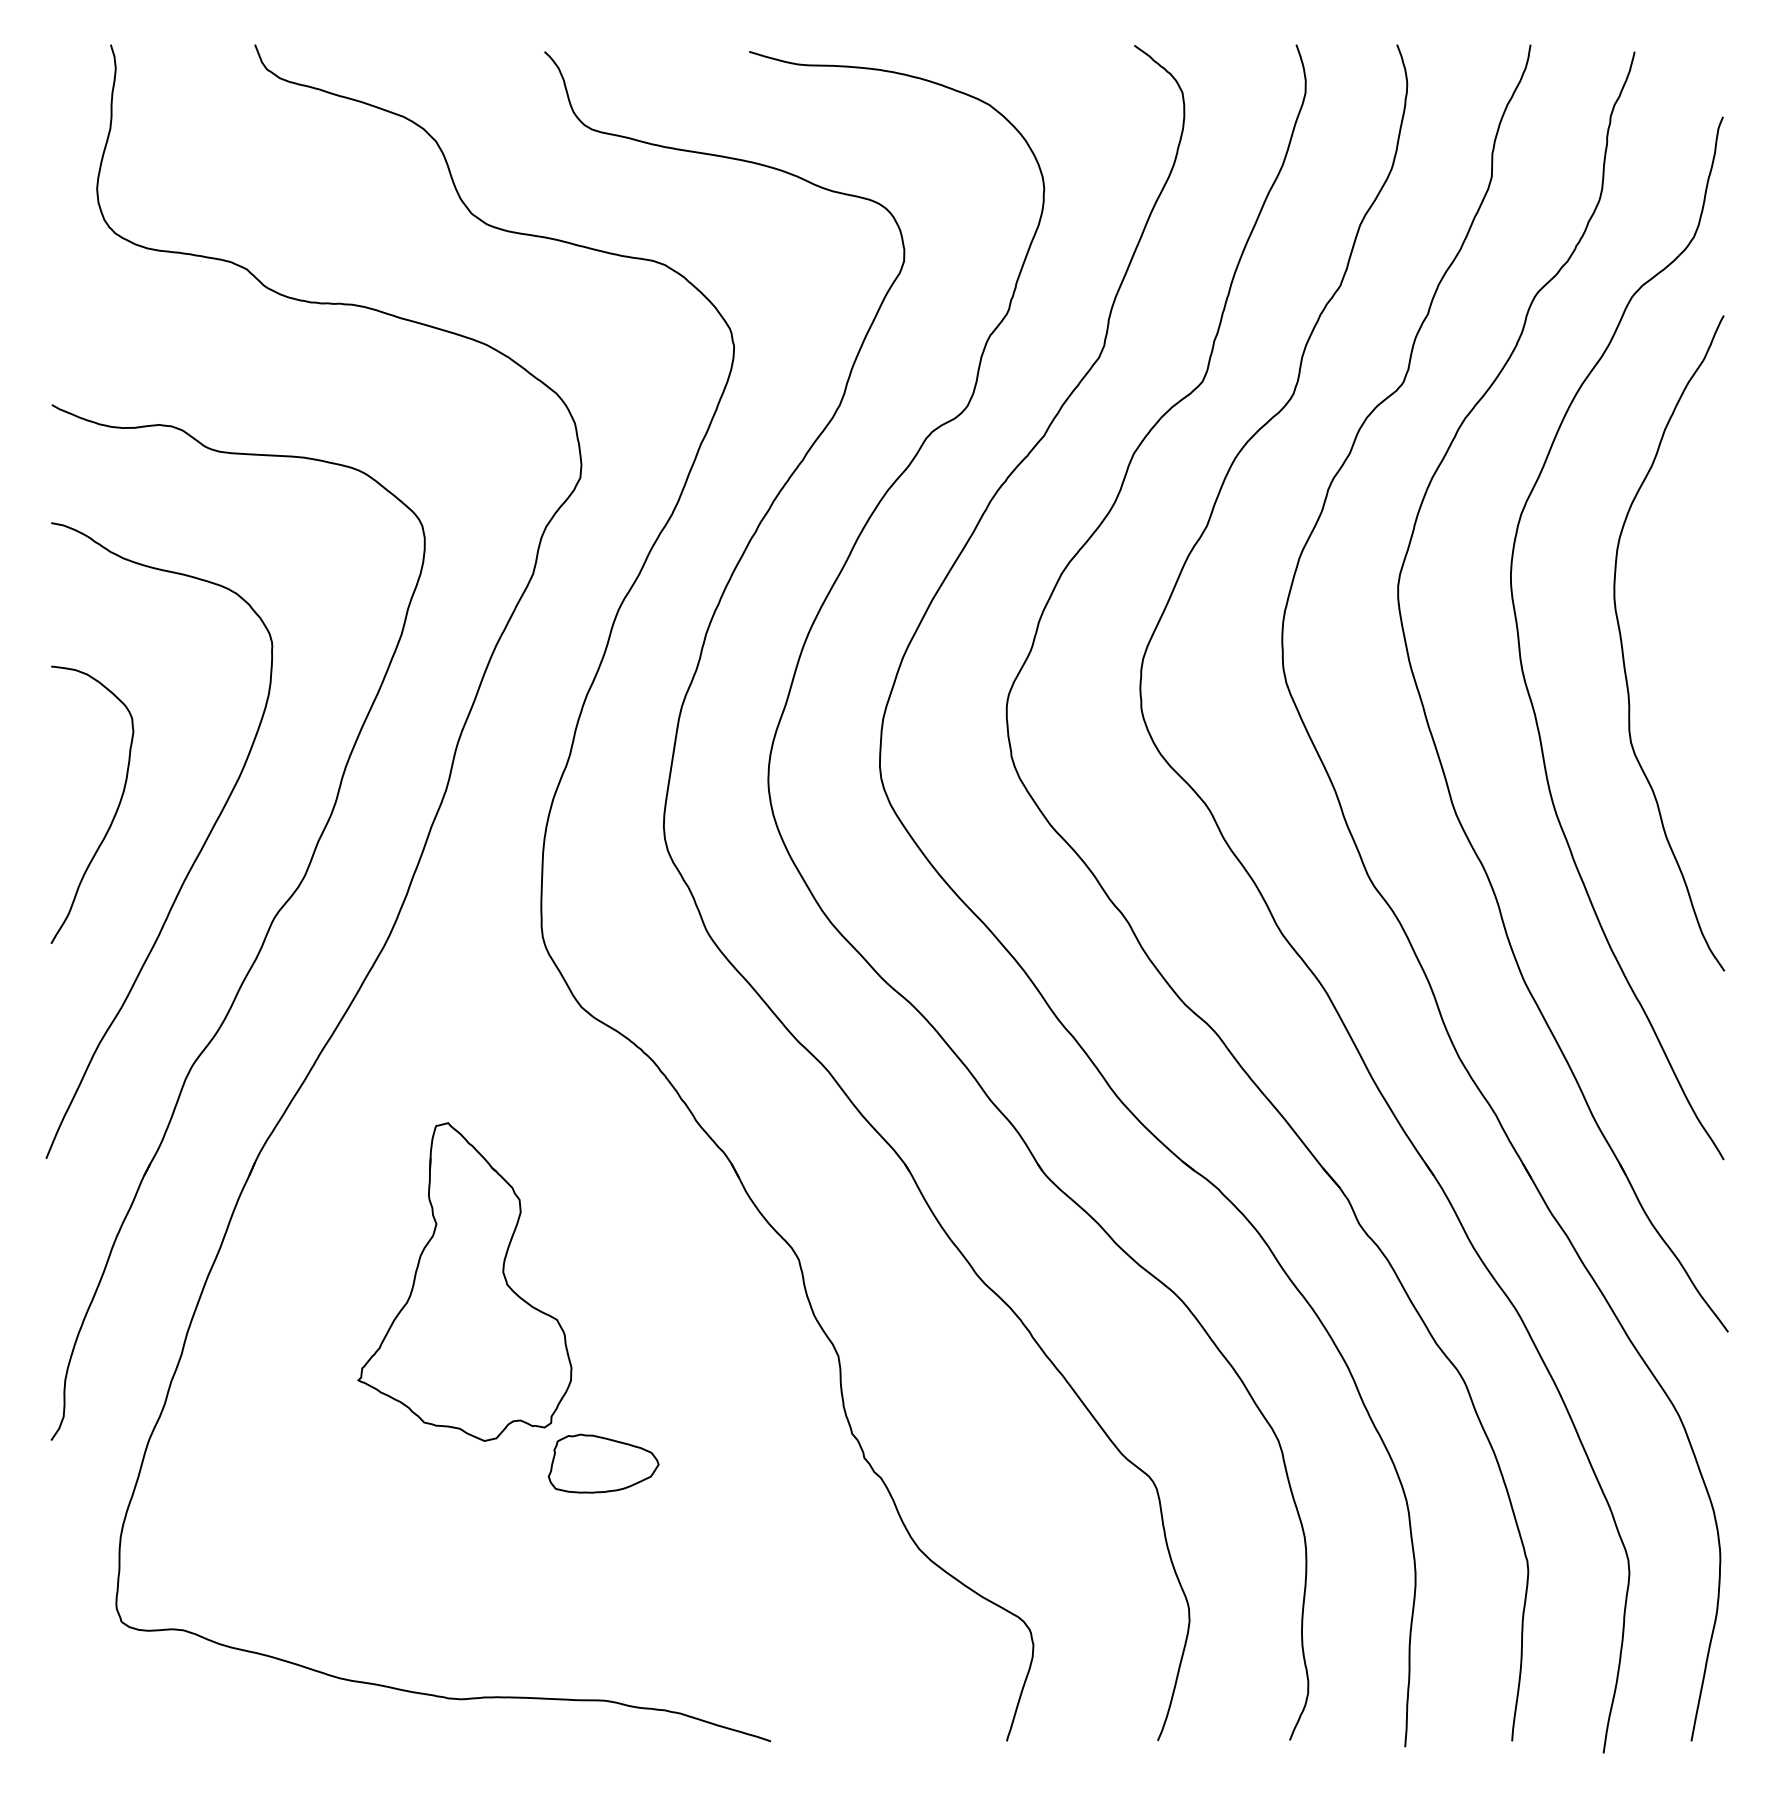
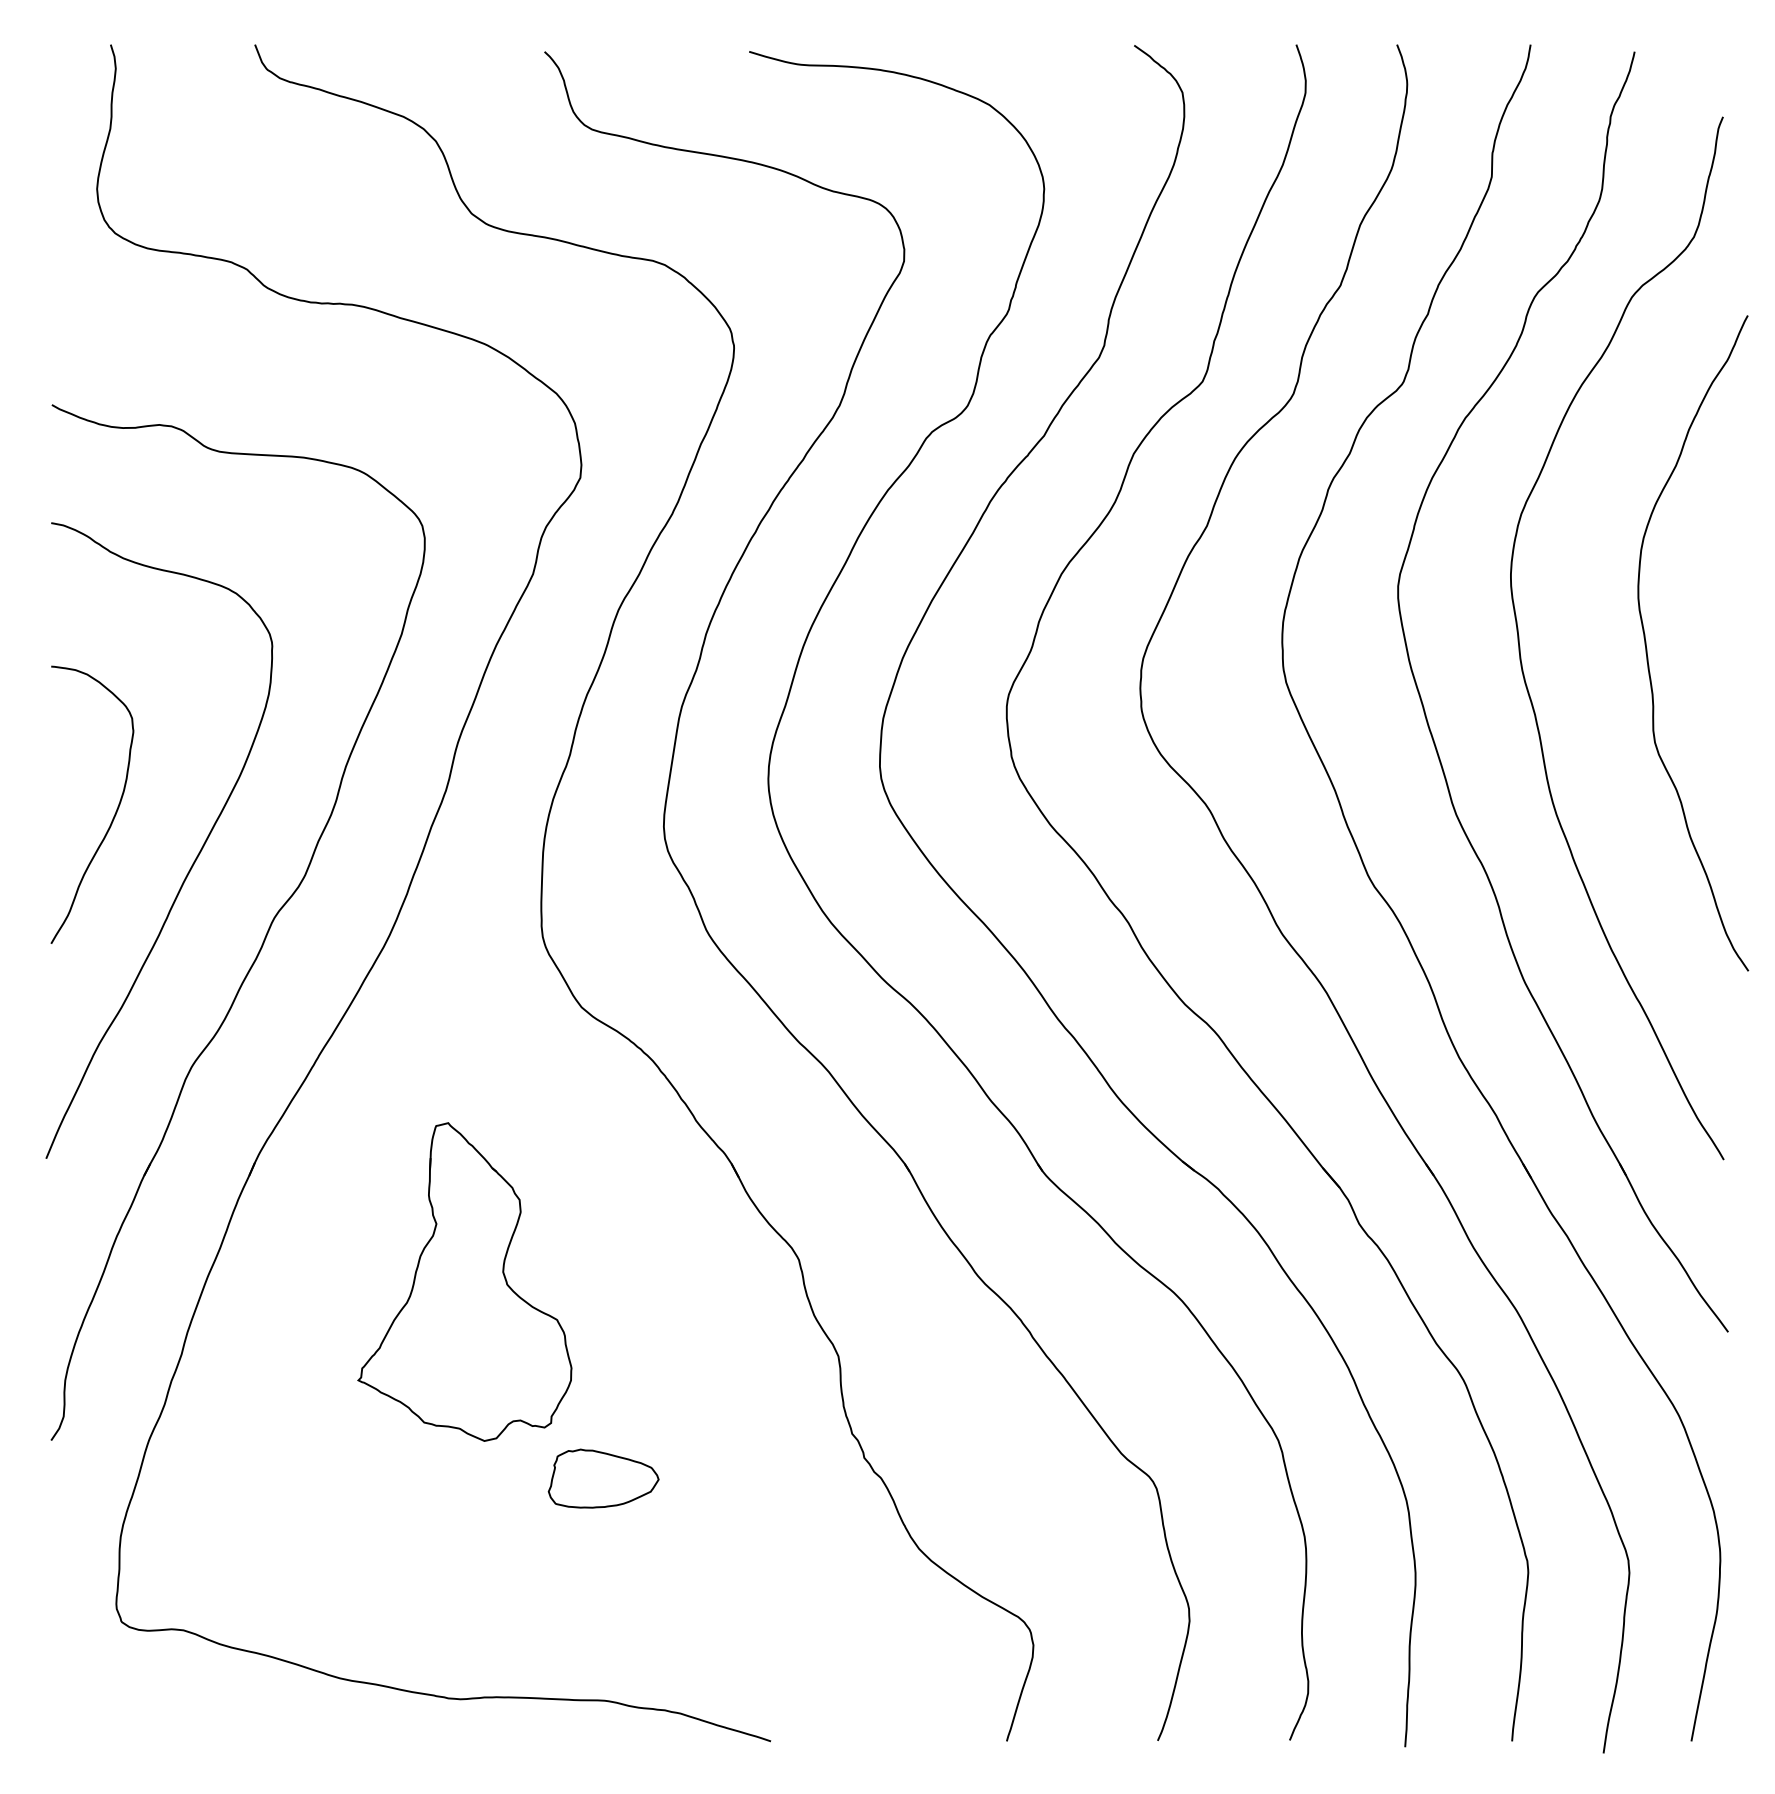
curve at (1623, 648) position: (1623, 648) -> (1647, 648)
part at (603, 1463) position: (603, 1463) -> (603, 1478)
